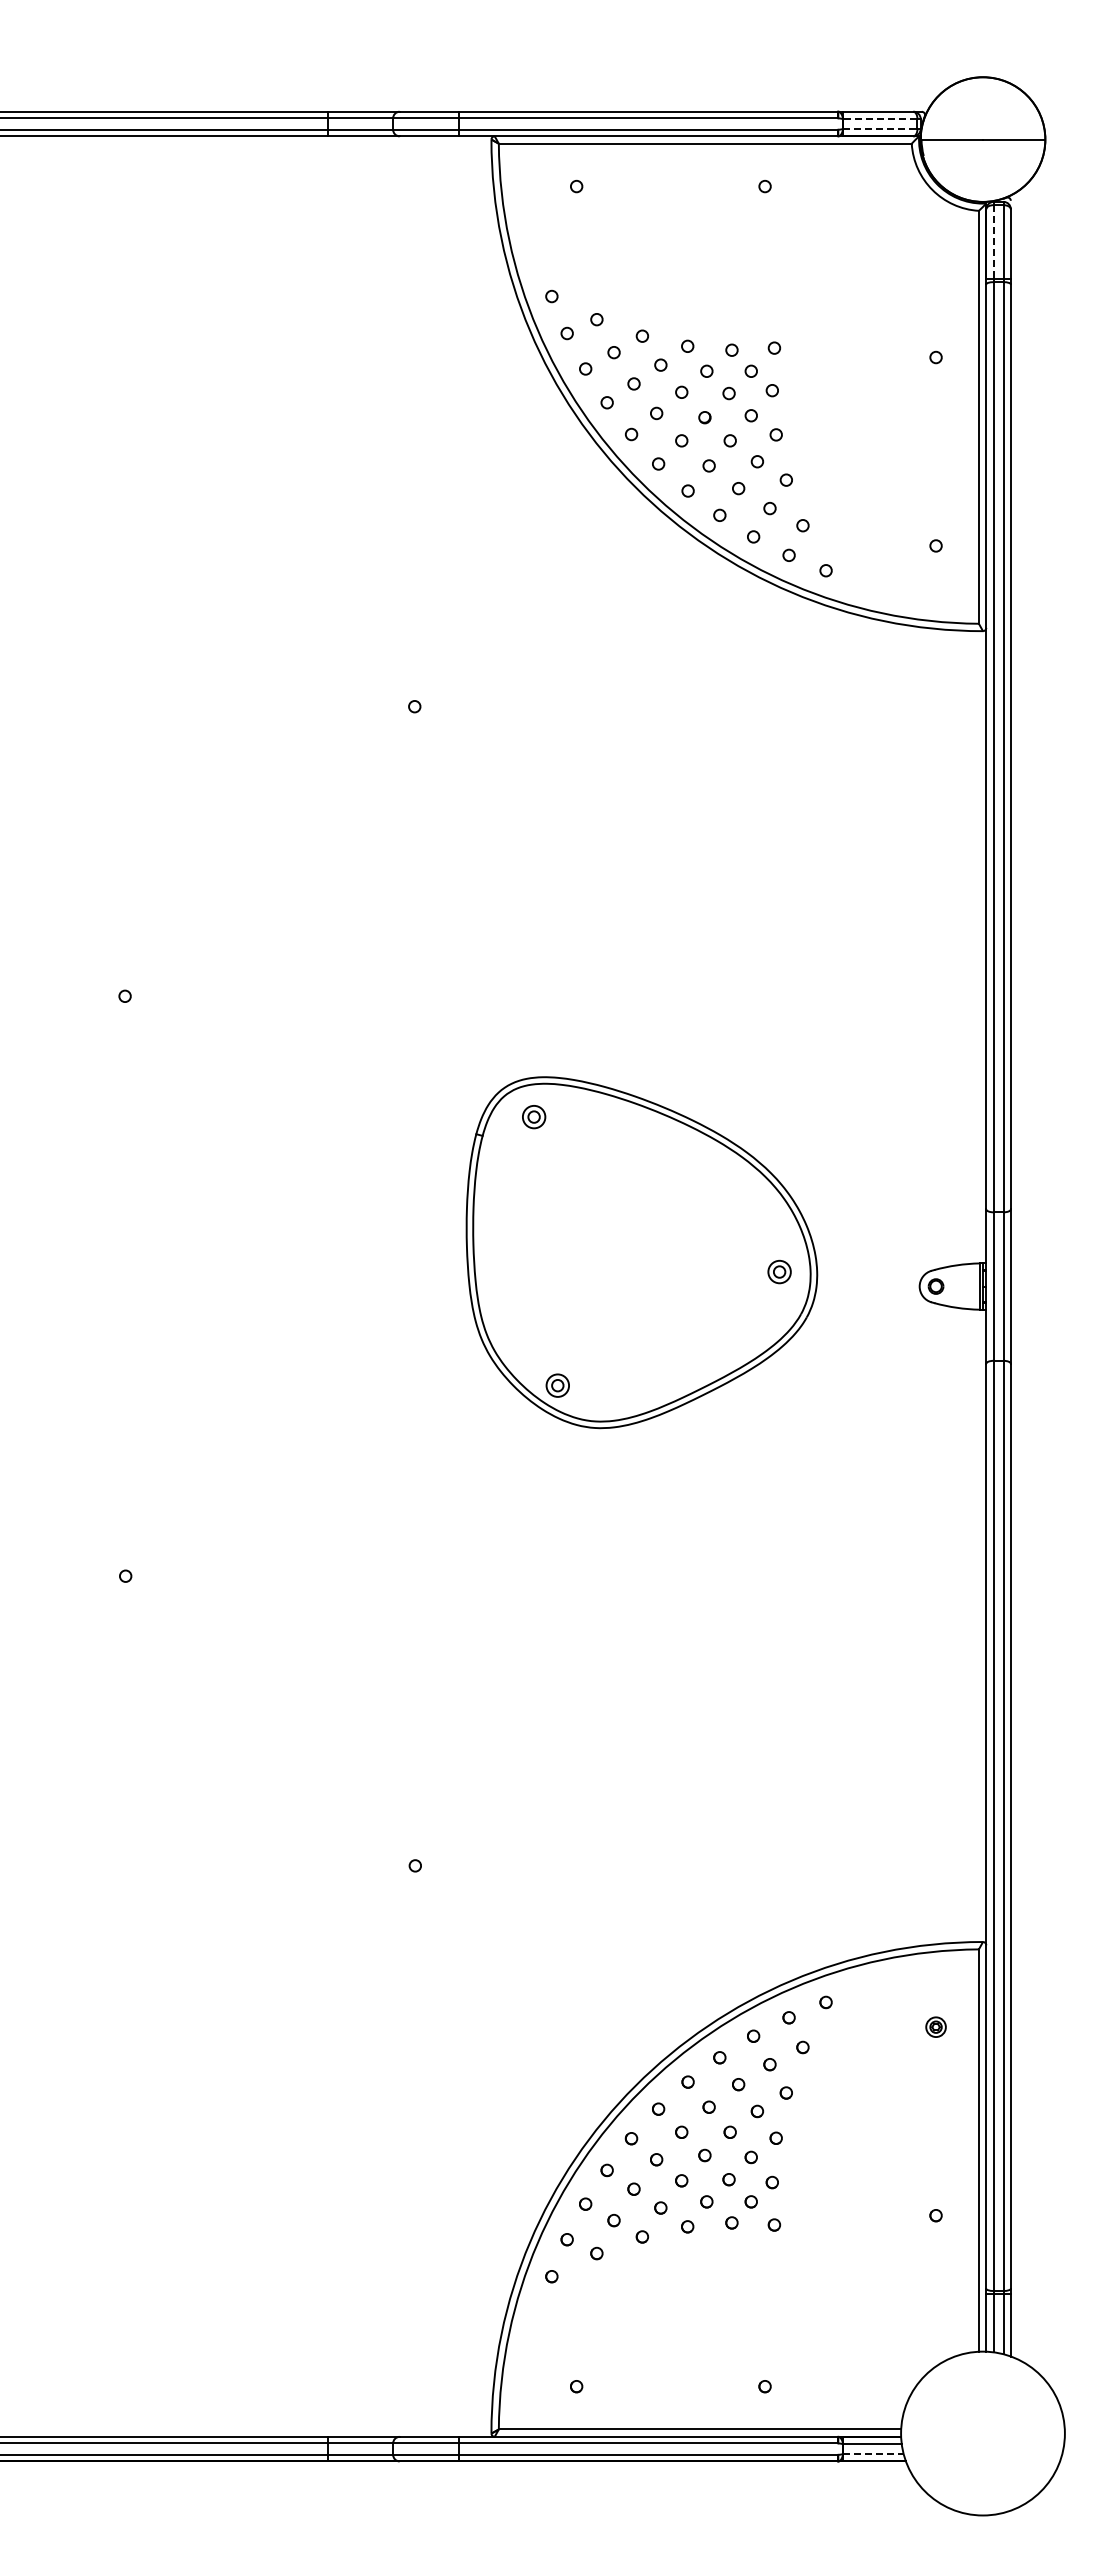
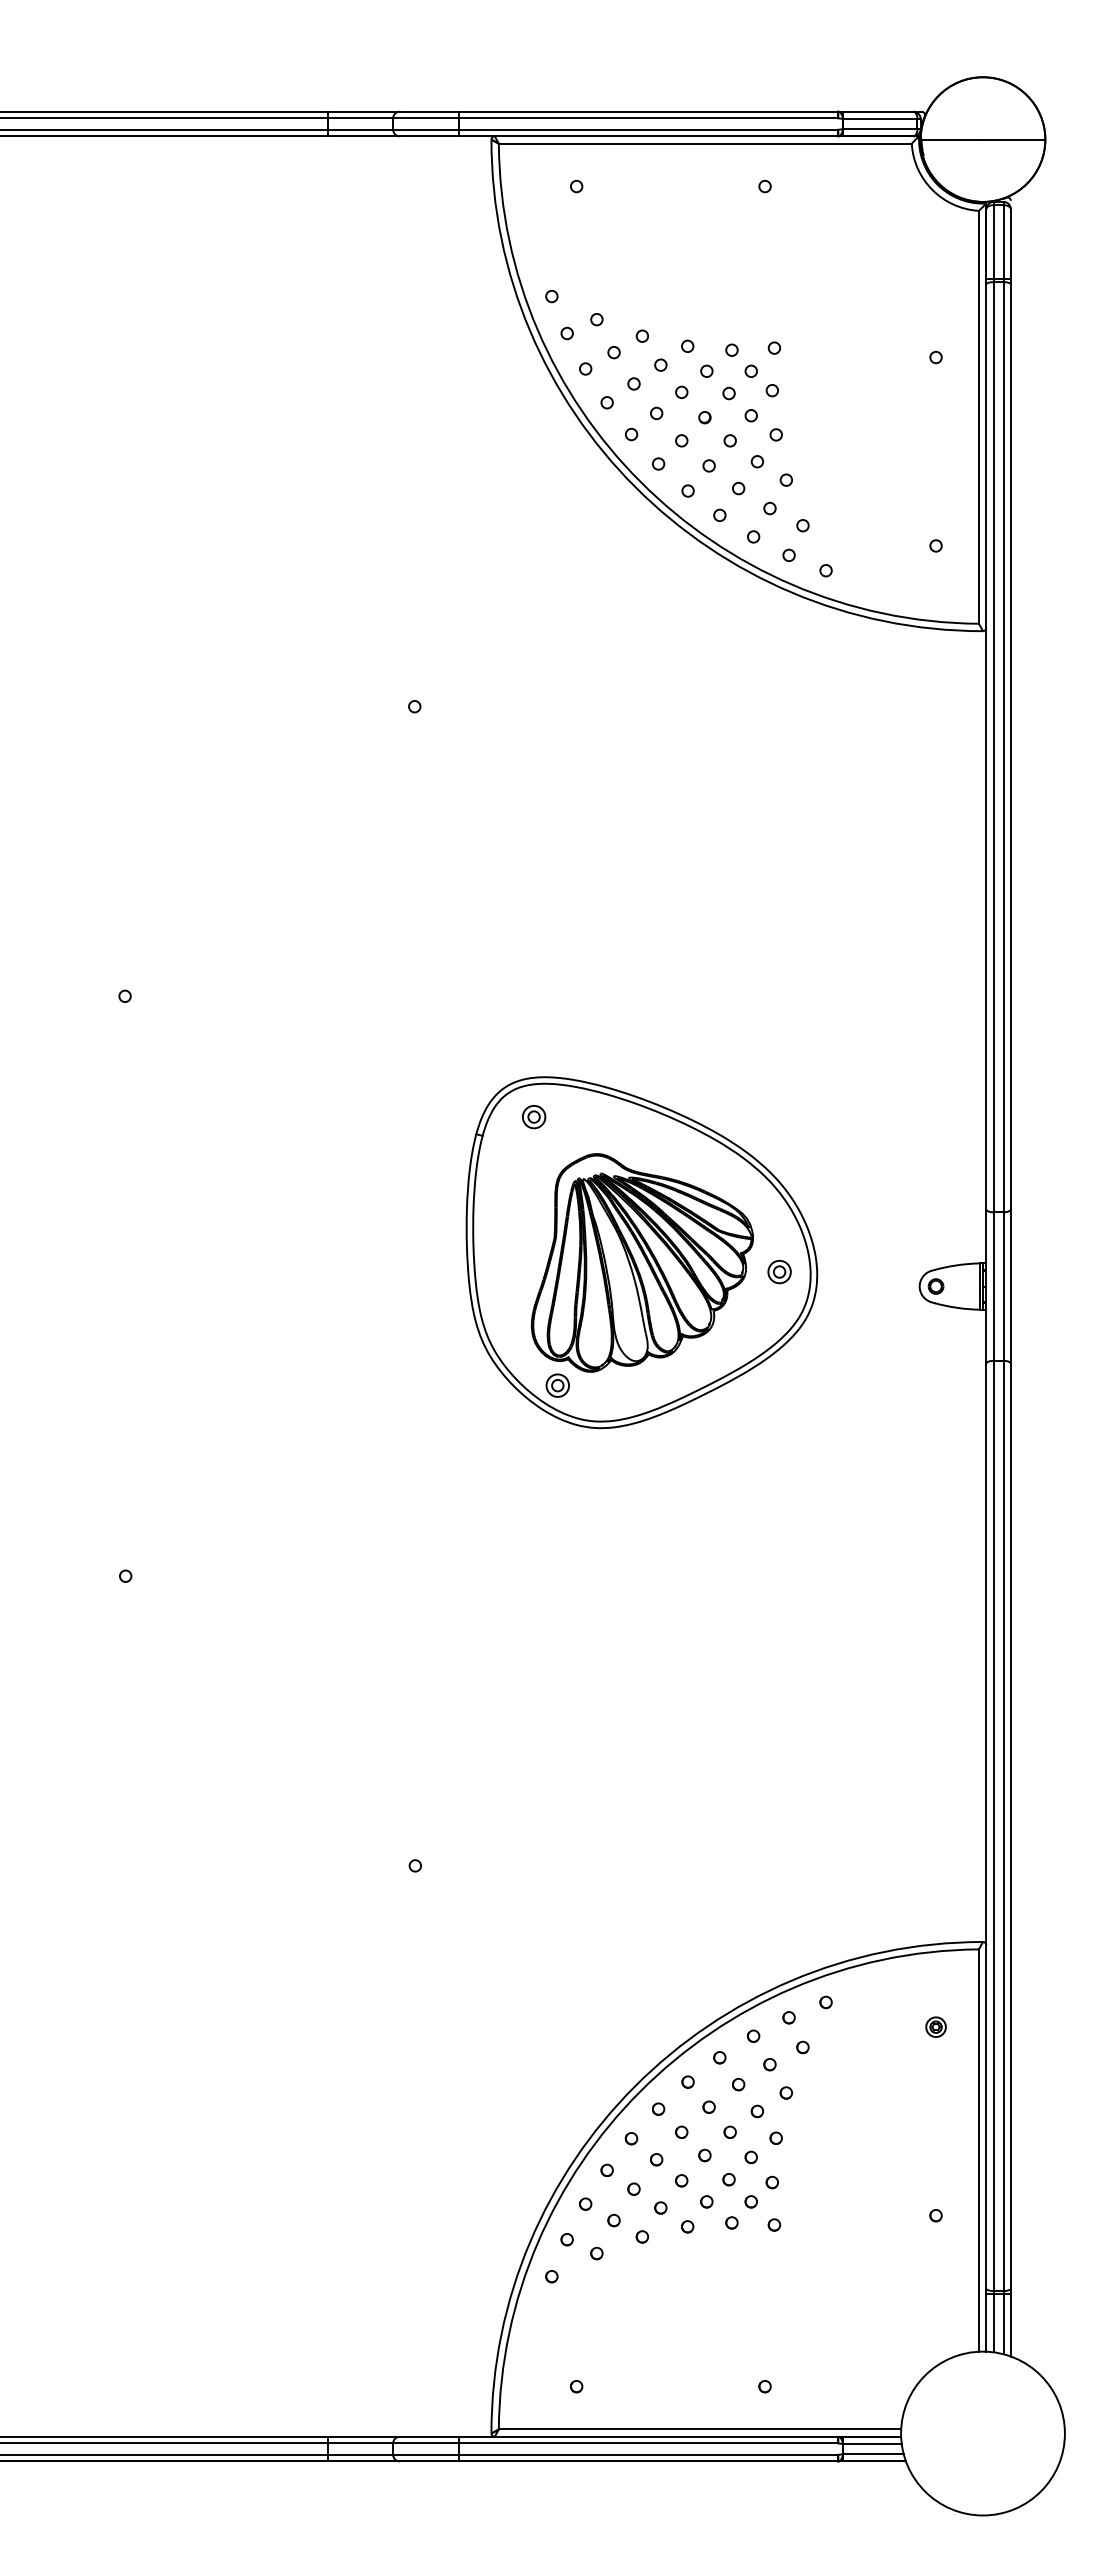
line at (879, 119): dashed -> solid
line at (880, 128): dashed -> solid
line at (993, 242): dashed -> solid
part at (641, 1262): none -> present
line at (874, 2454): dashed -> solid
